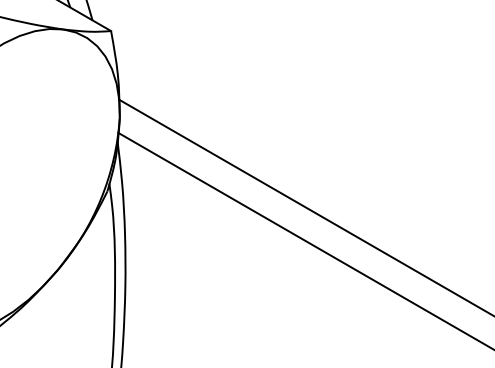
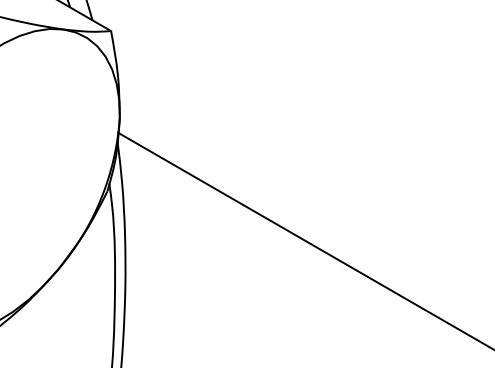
line at (305, 206): present -> none
